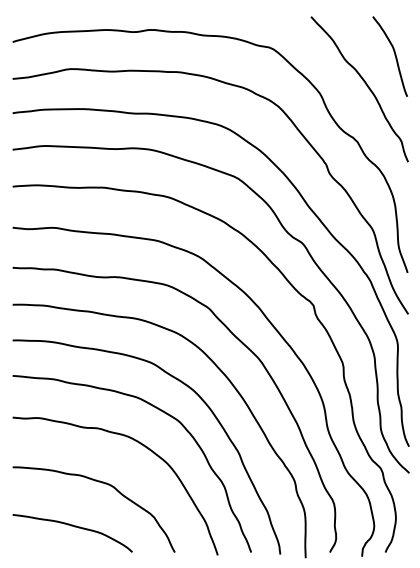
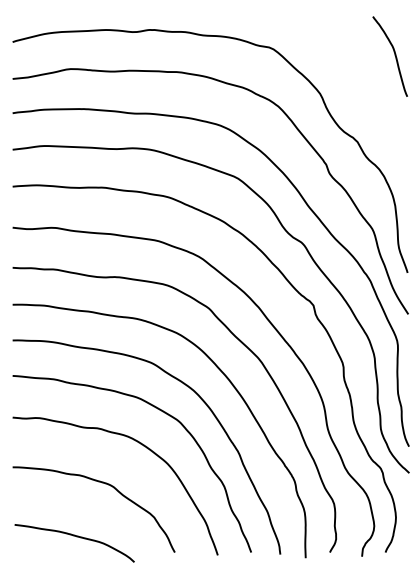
curve at (366, 86): present -> none
curve at (74, 527) position: (74, 527) -> (76, 537)
